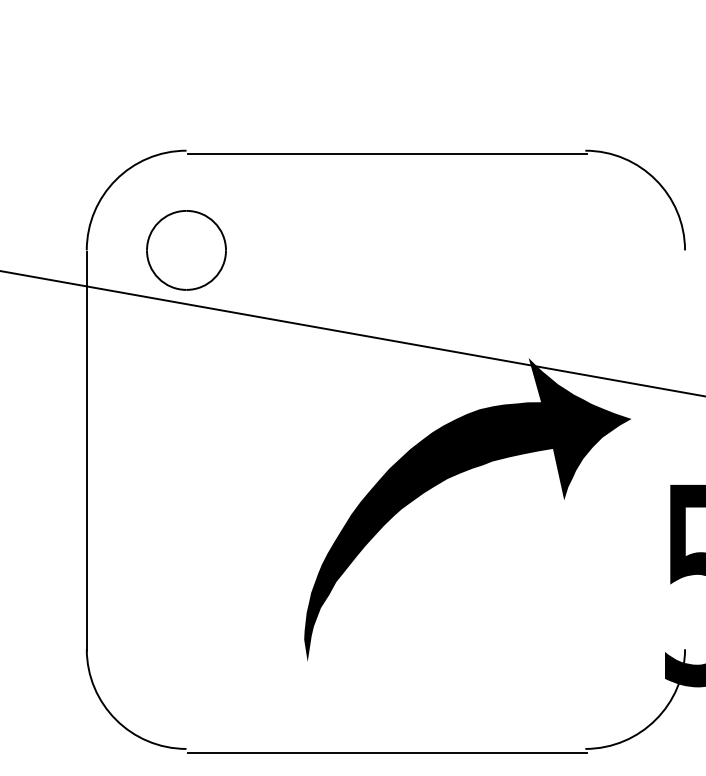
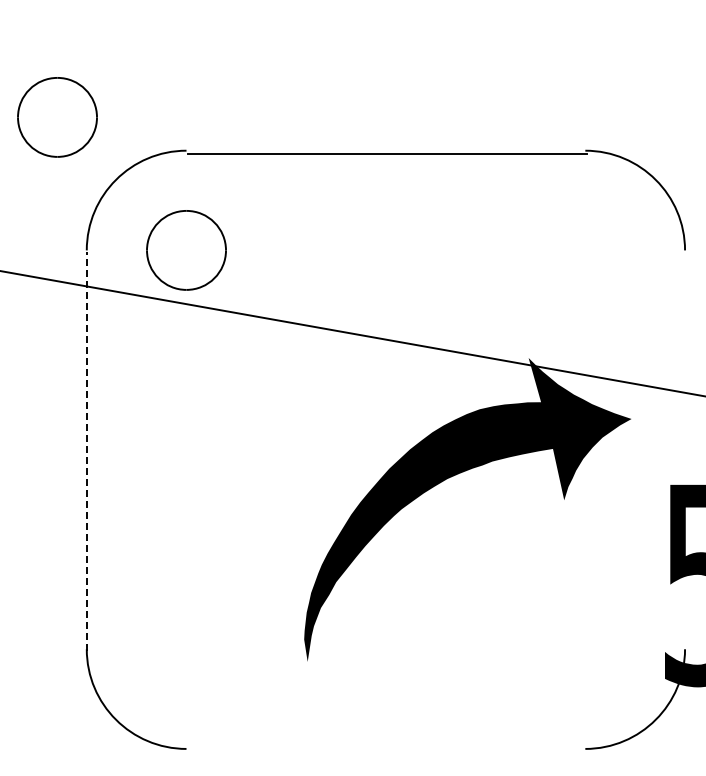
part at (57, 117): none -> present
line at (86, 451): solid -> dashed
line at (387, 752): present -> none
